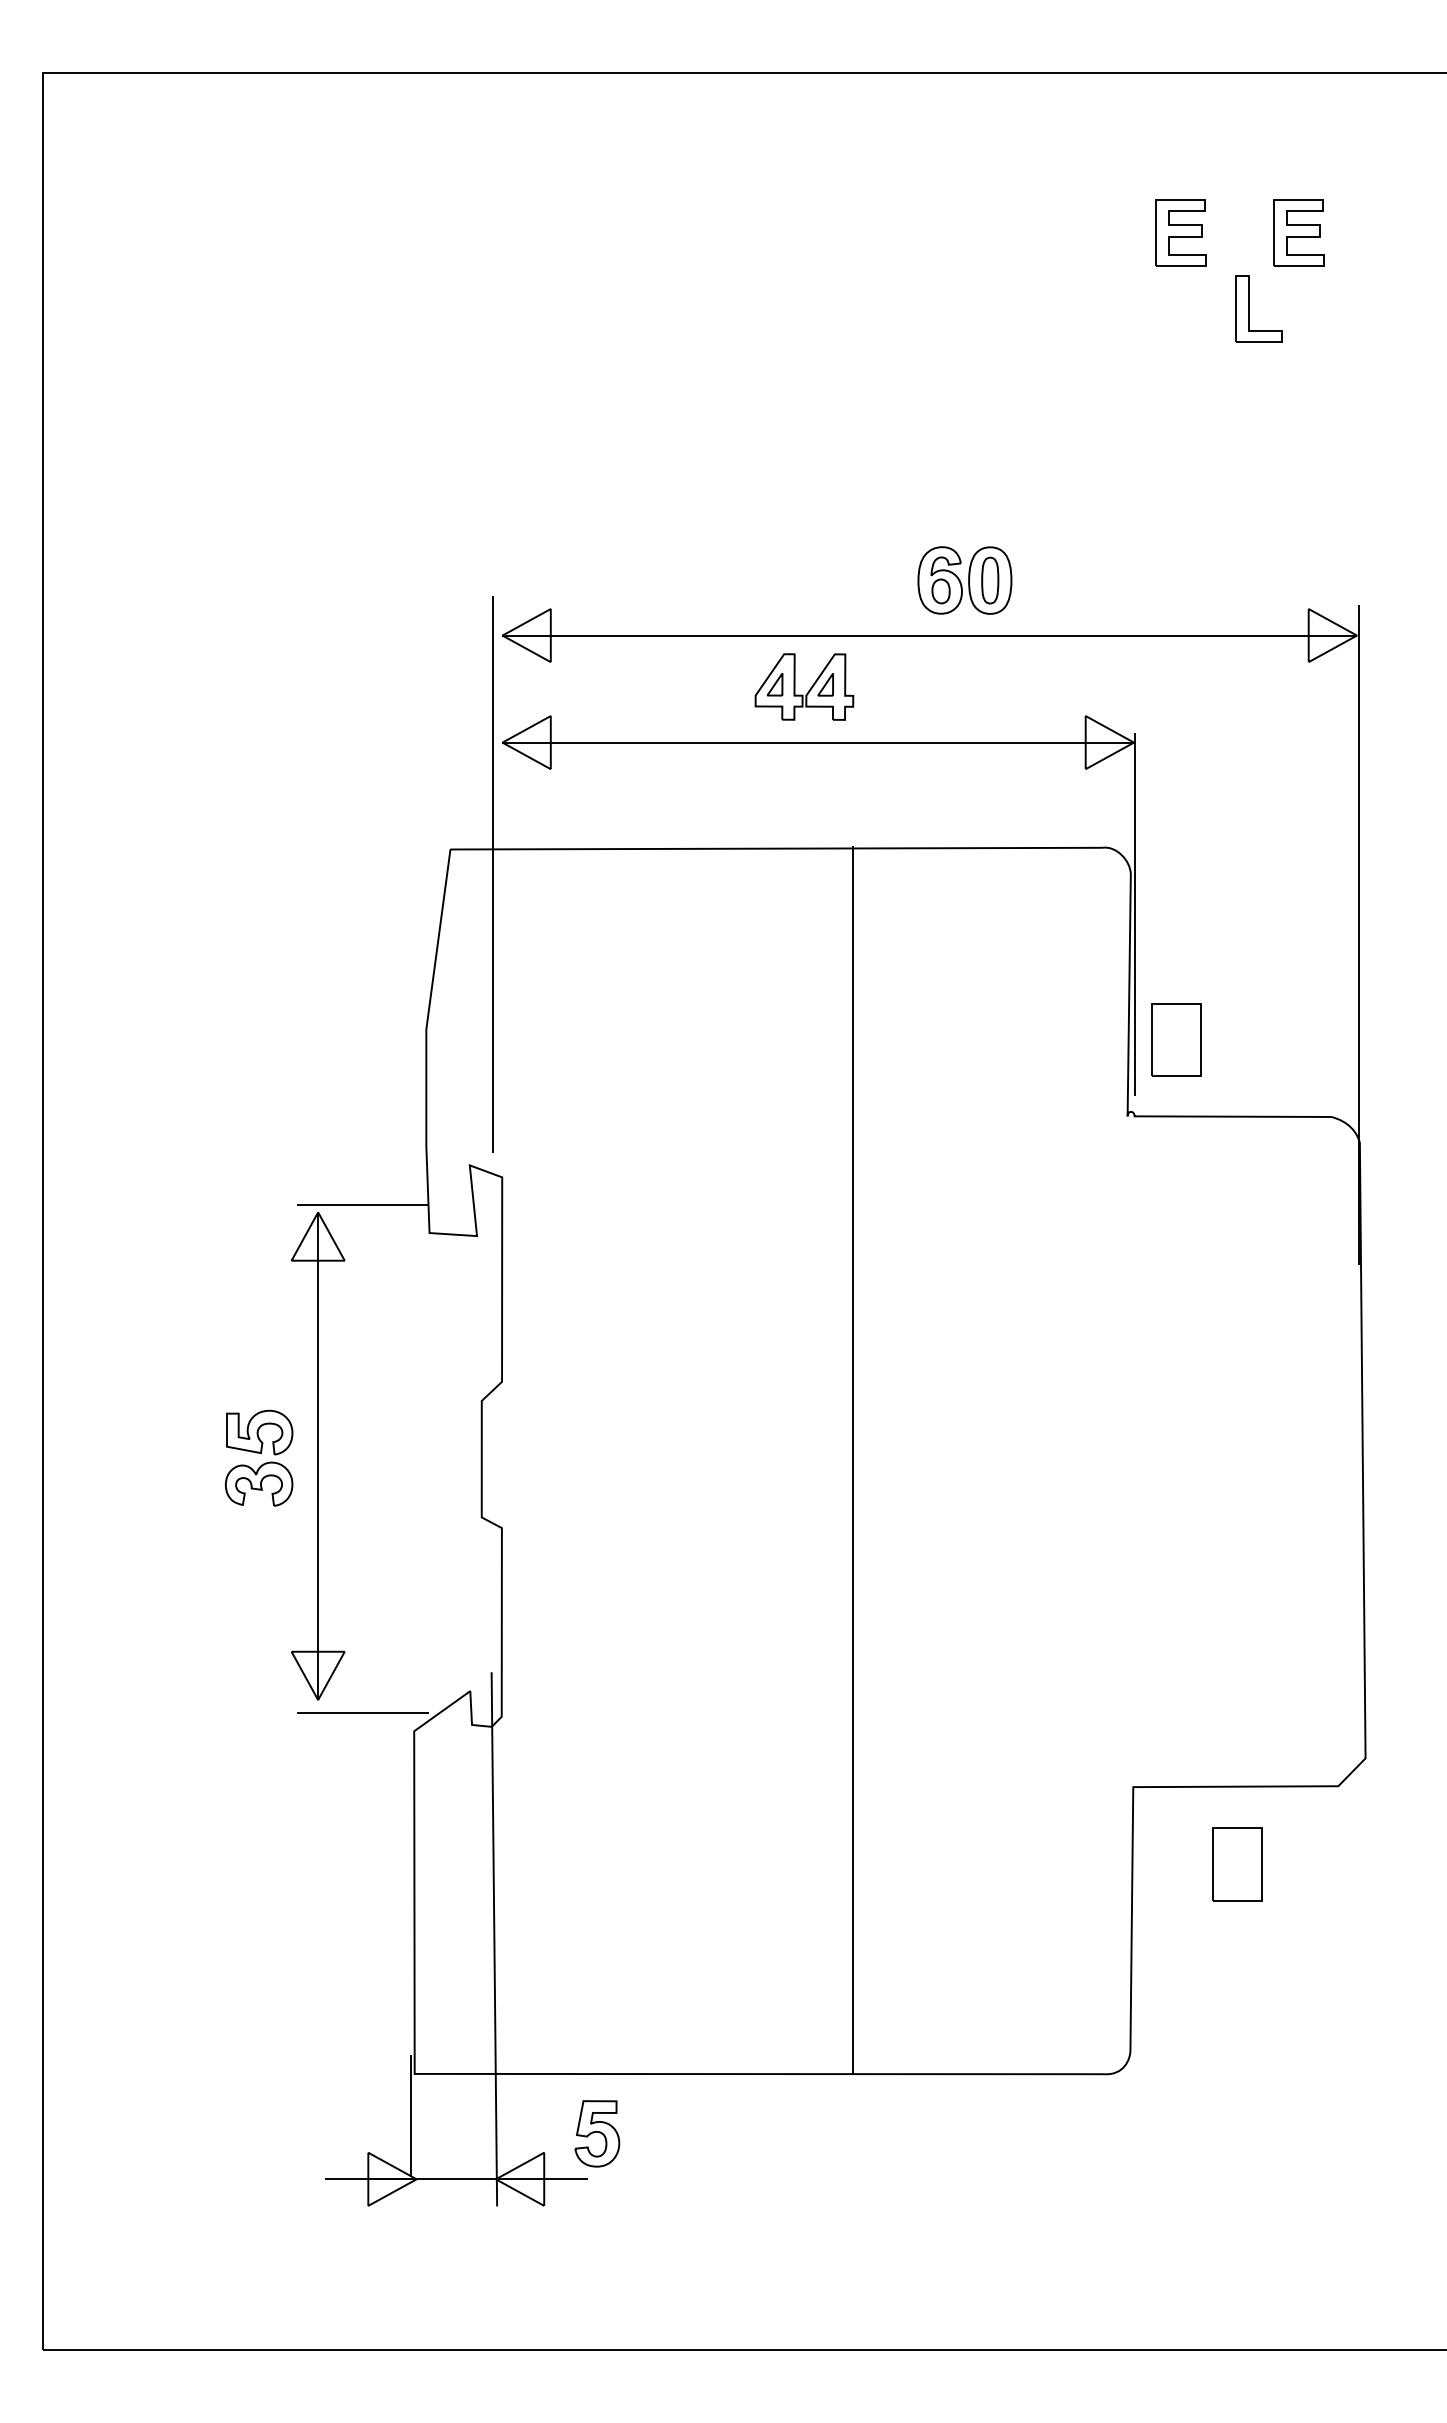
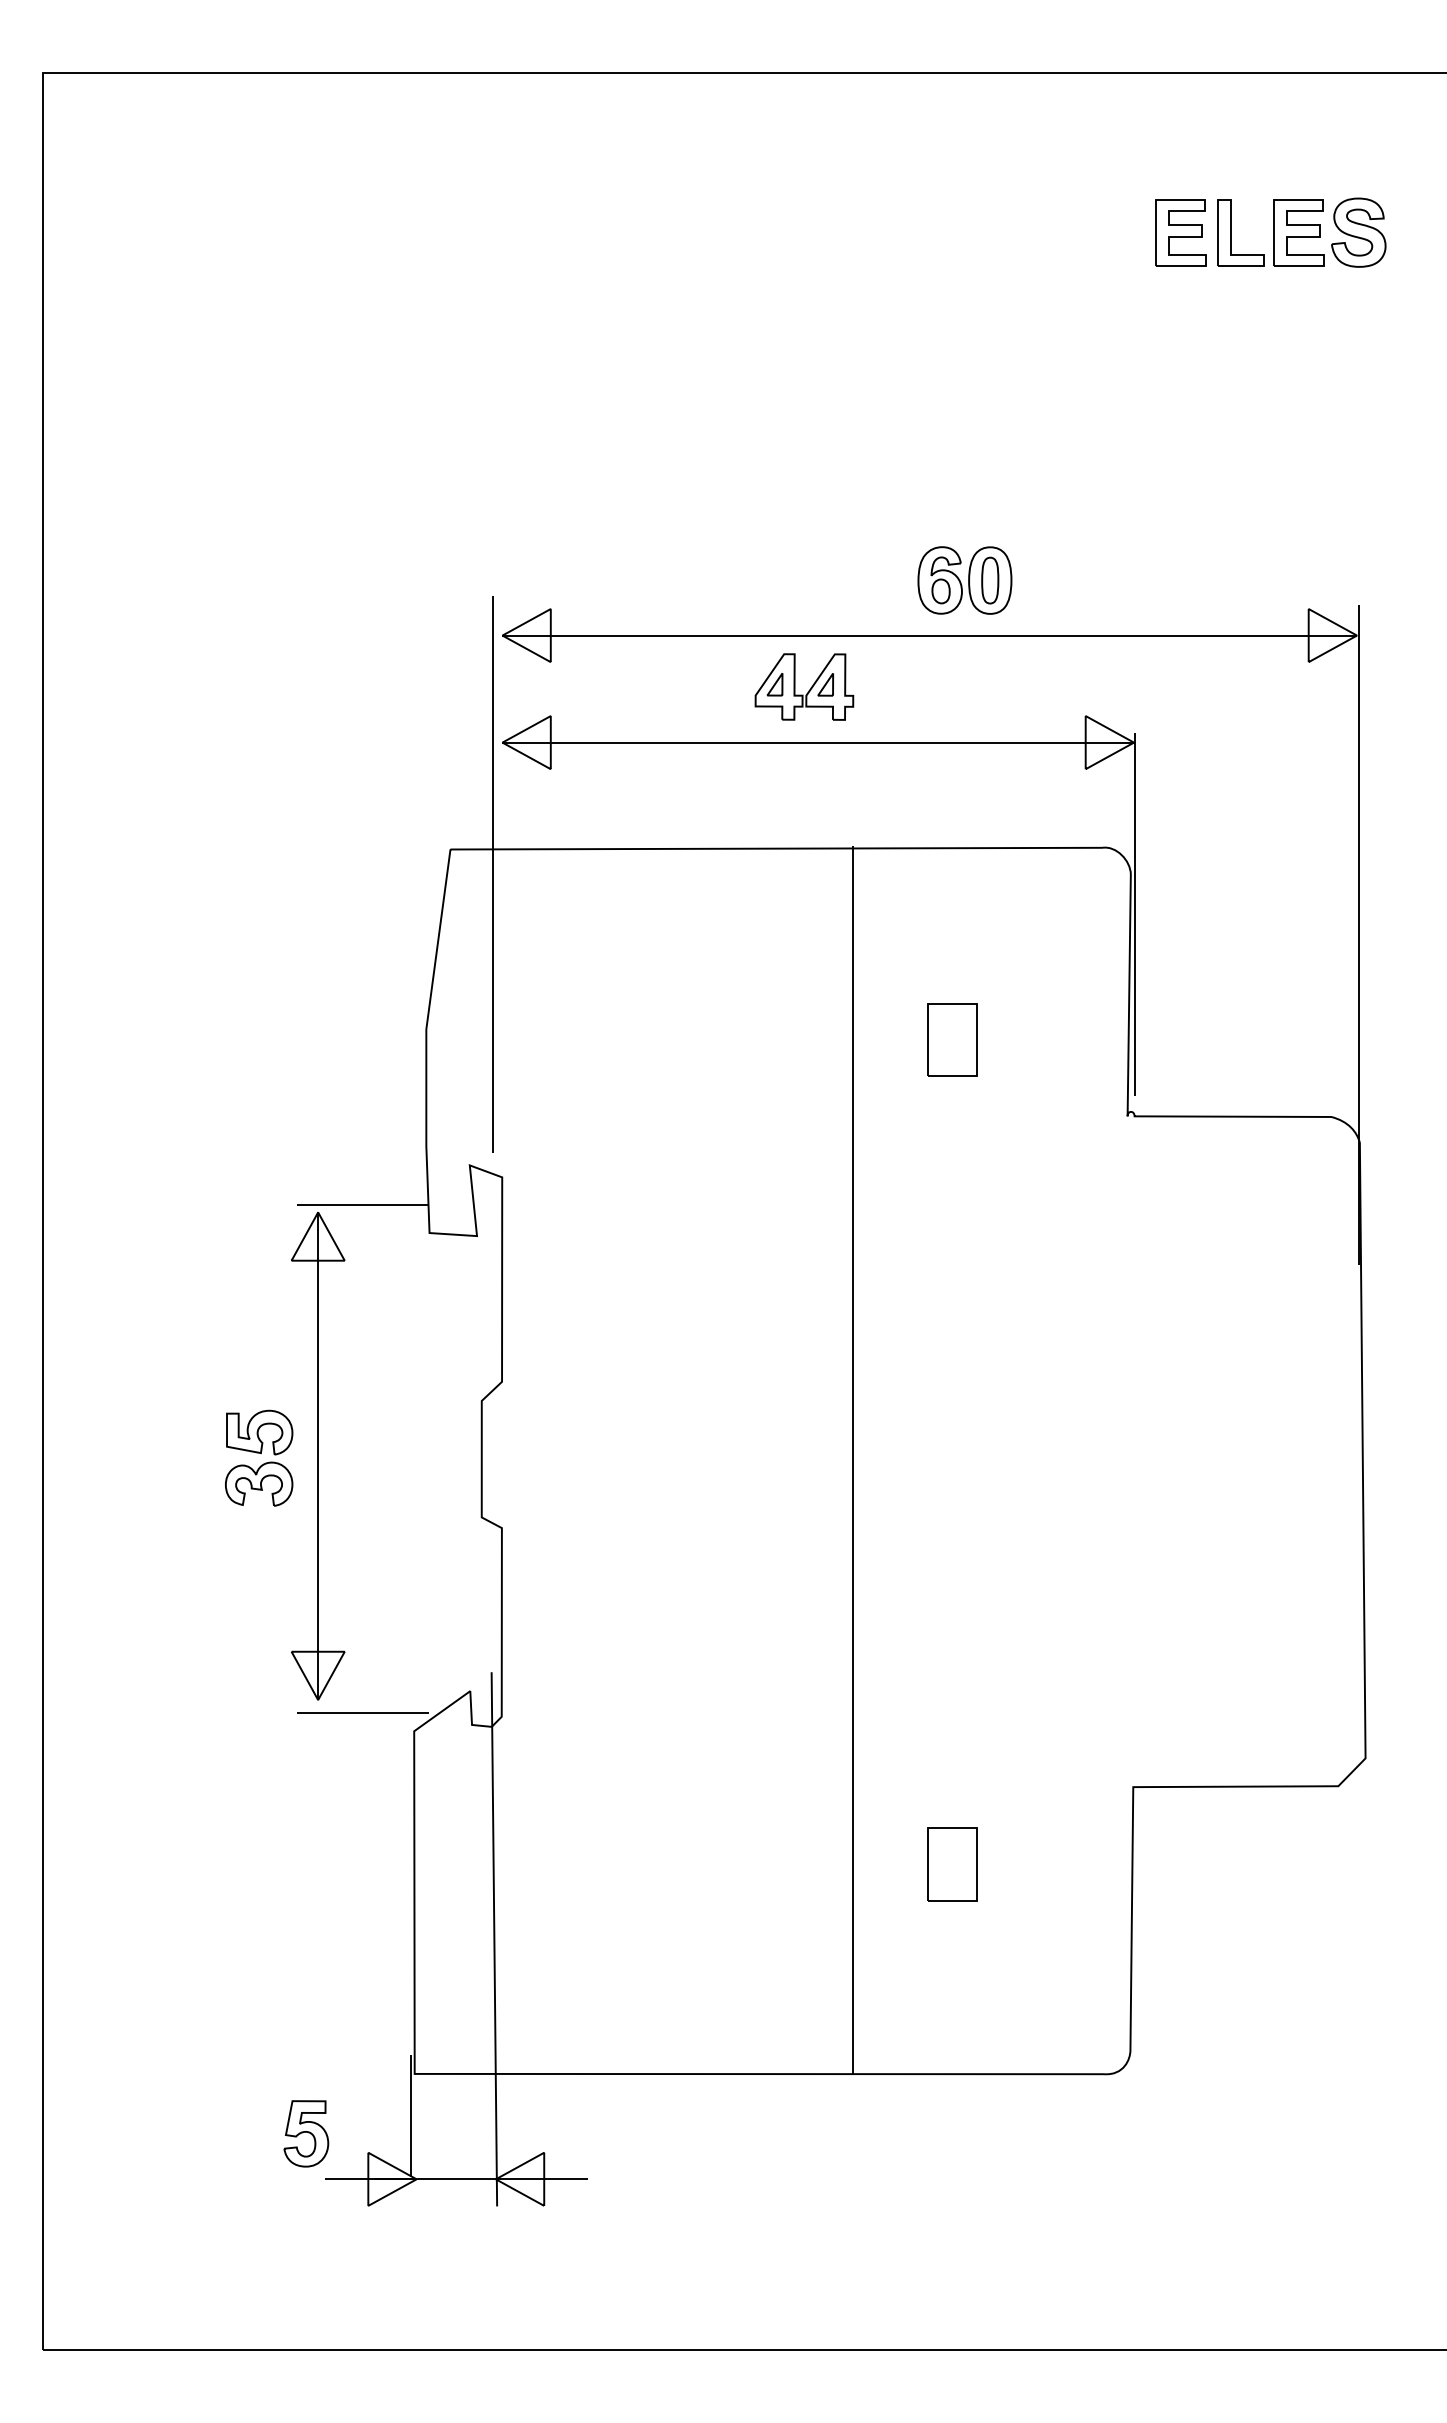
part at (1358, 232): none -> present
part at (1249, 308) position: (1249, 308) -> (1231, 232)
part at (1176, 1039) position: (1176, 1039) -> (952, 1039)
part at (1237, 1864) position: (1237, 1864) -> (952, 1864)
part at (597, 2133) position: (597, 2133) -> (306, 2133)
